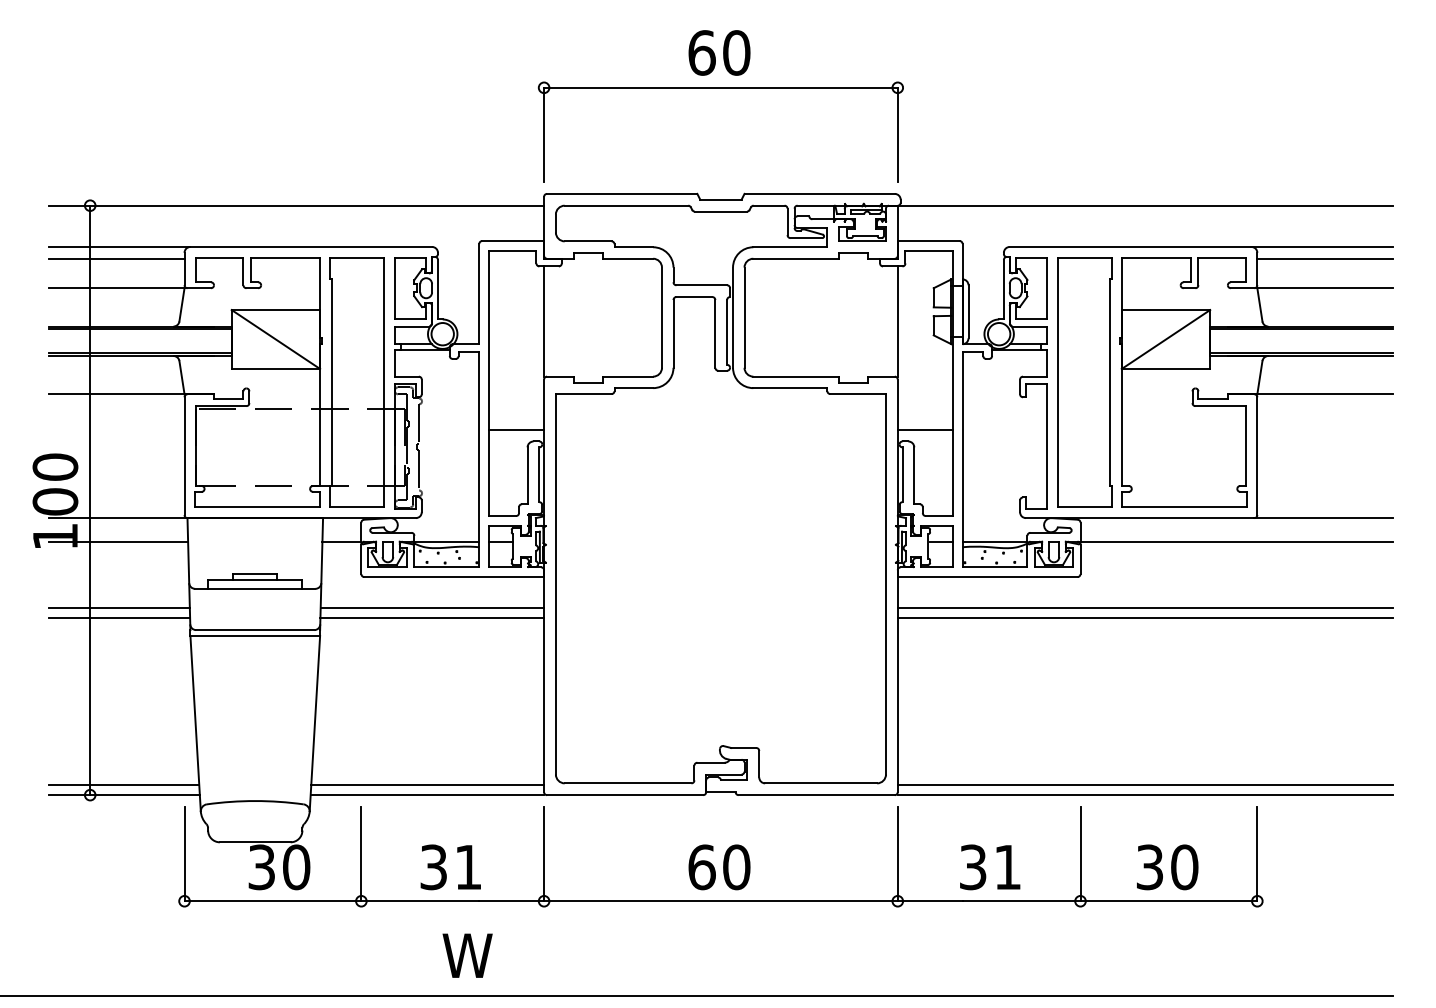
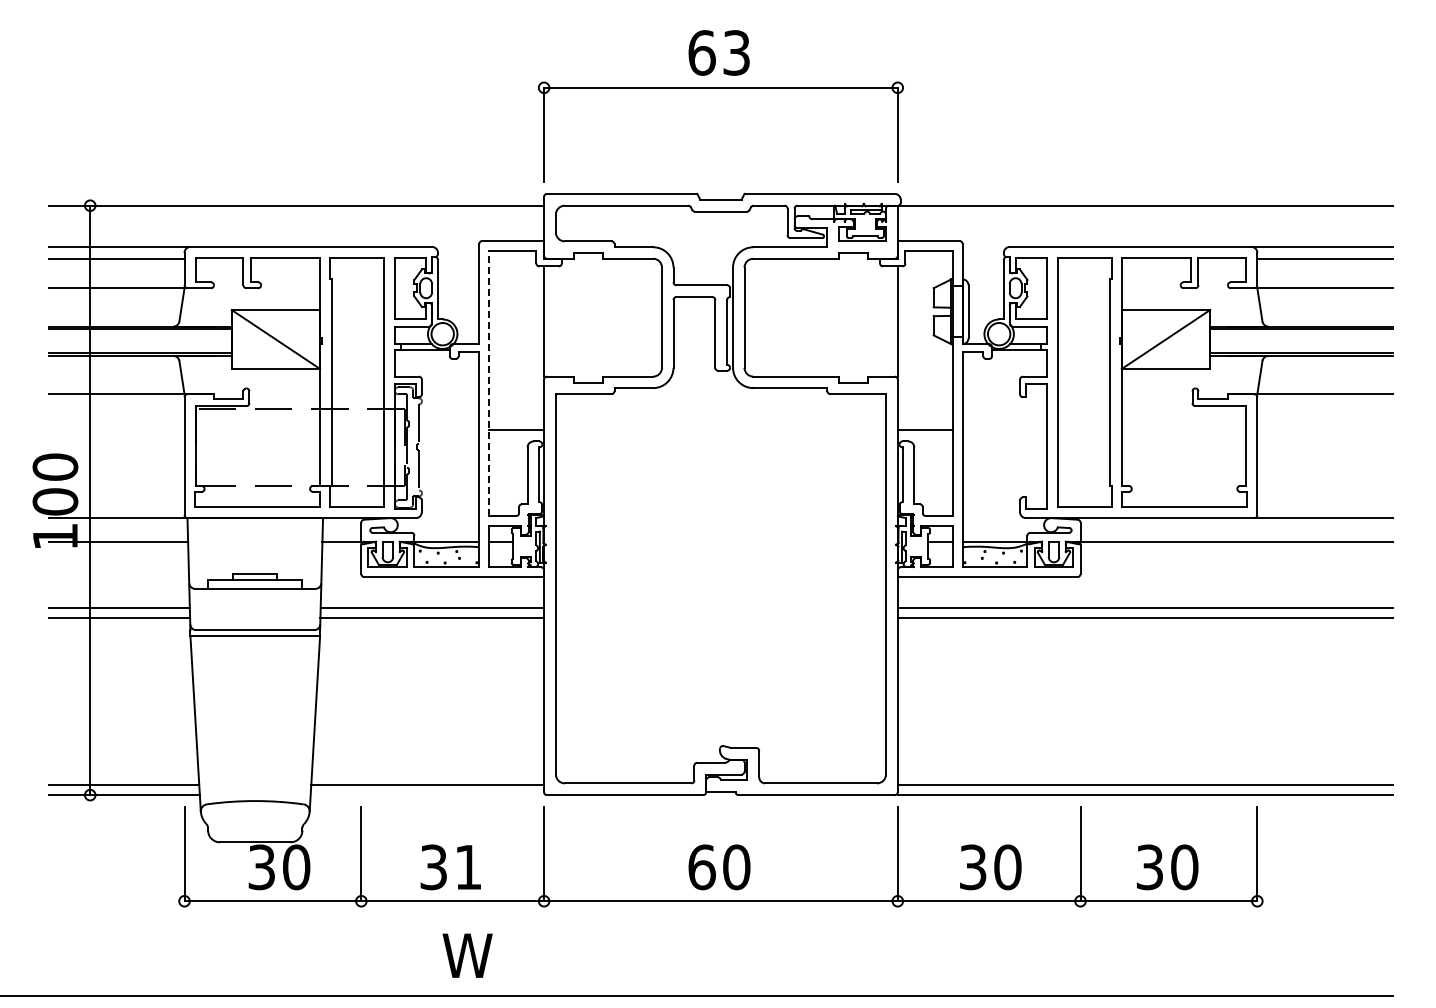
text at (736, 52): 60 -> 63
line at (488, 383): solid -> dashed
line at (427, 795): present -> none
text at (1007, 867): 31 -> 30
